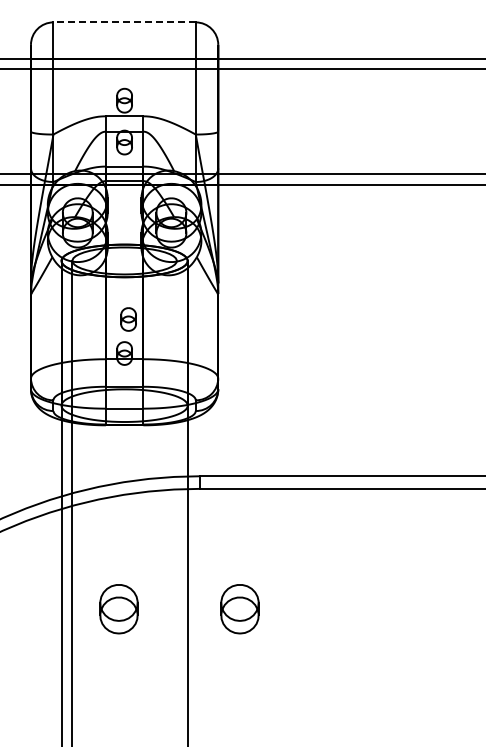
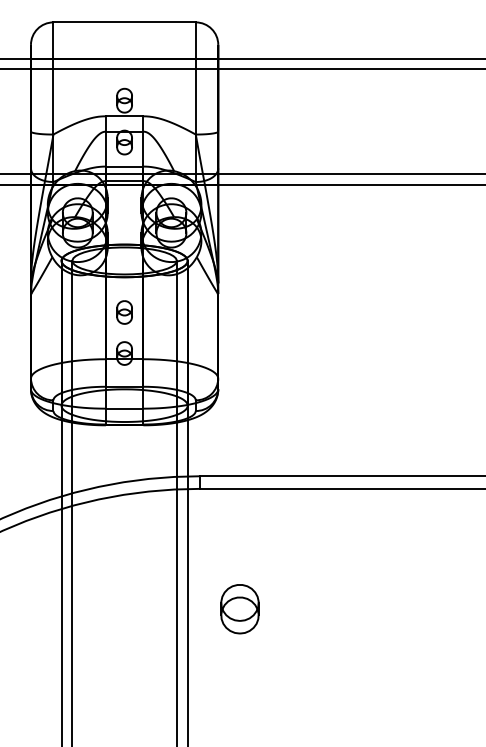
line at (124, 22): dashed -> solid
part at (128, 319) position: (128, 319) -> (124, 312)
line at (176, 501): none -> present
part at (118, 609): present -> none
